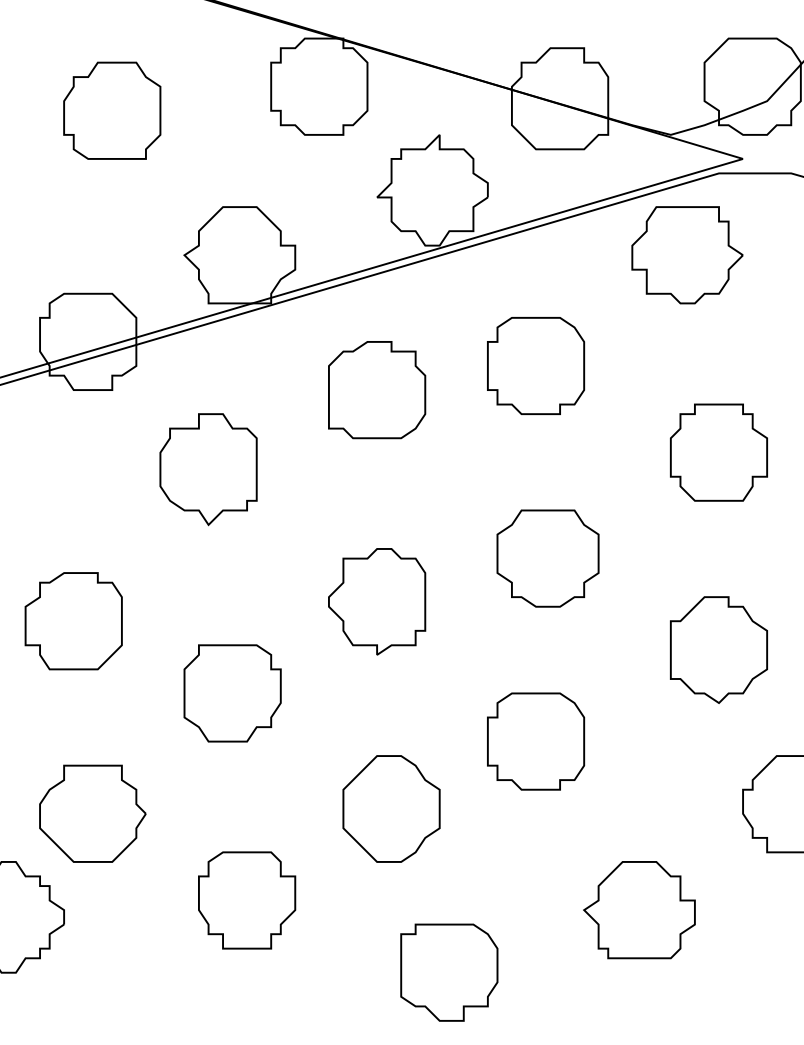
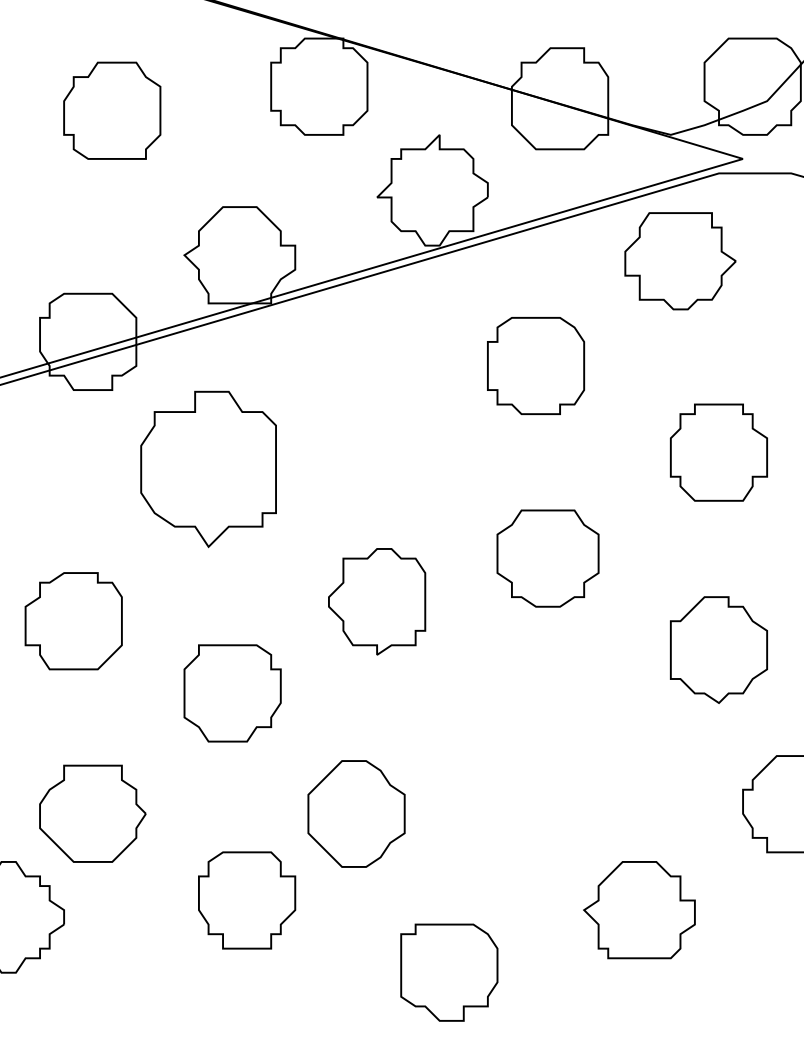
part at (687, 255) position: (687, 255) -> (680, 261)
part at (377, 390): present -> none
part at (208, 469) size: 99x114 px -> 137x159 px
part at (536, 741): present -> none
part at (391, 808) position: (391, 808) -> (356, 813)
